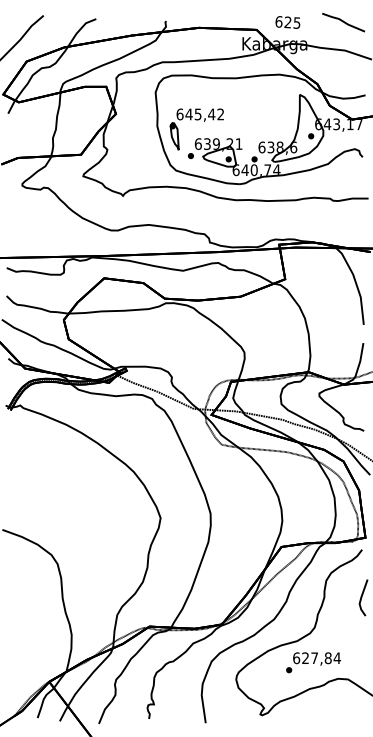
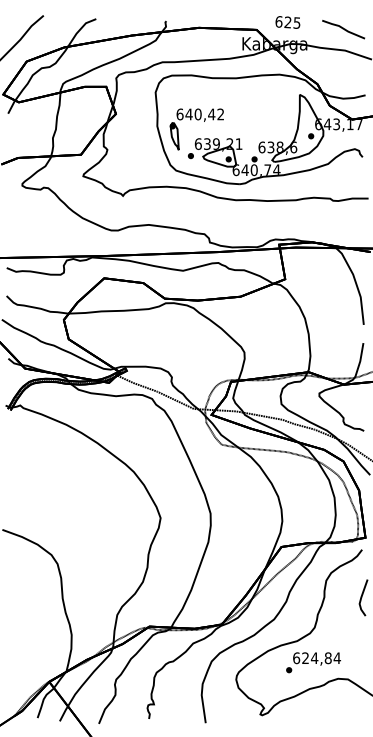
line at (343, 22) position: (343, 22) -> (343, 29)
text at (197, 114): 645,42 -> 640,42
text at (314, 657): 627,84 -> 624,84
